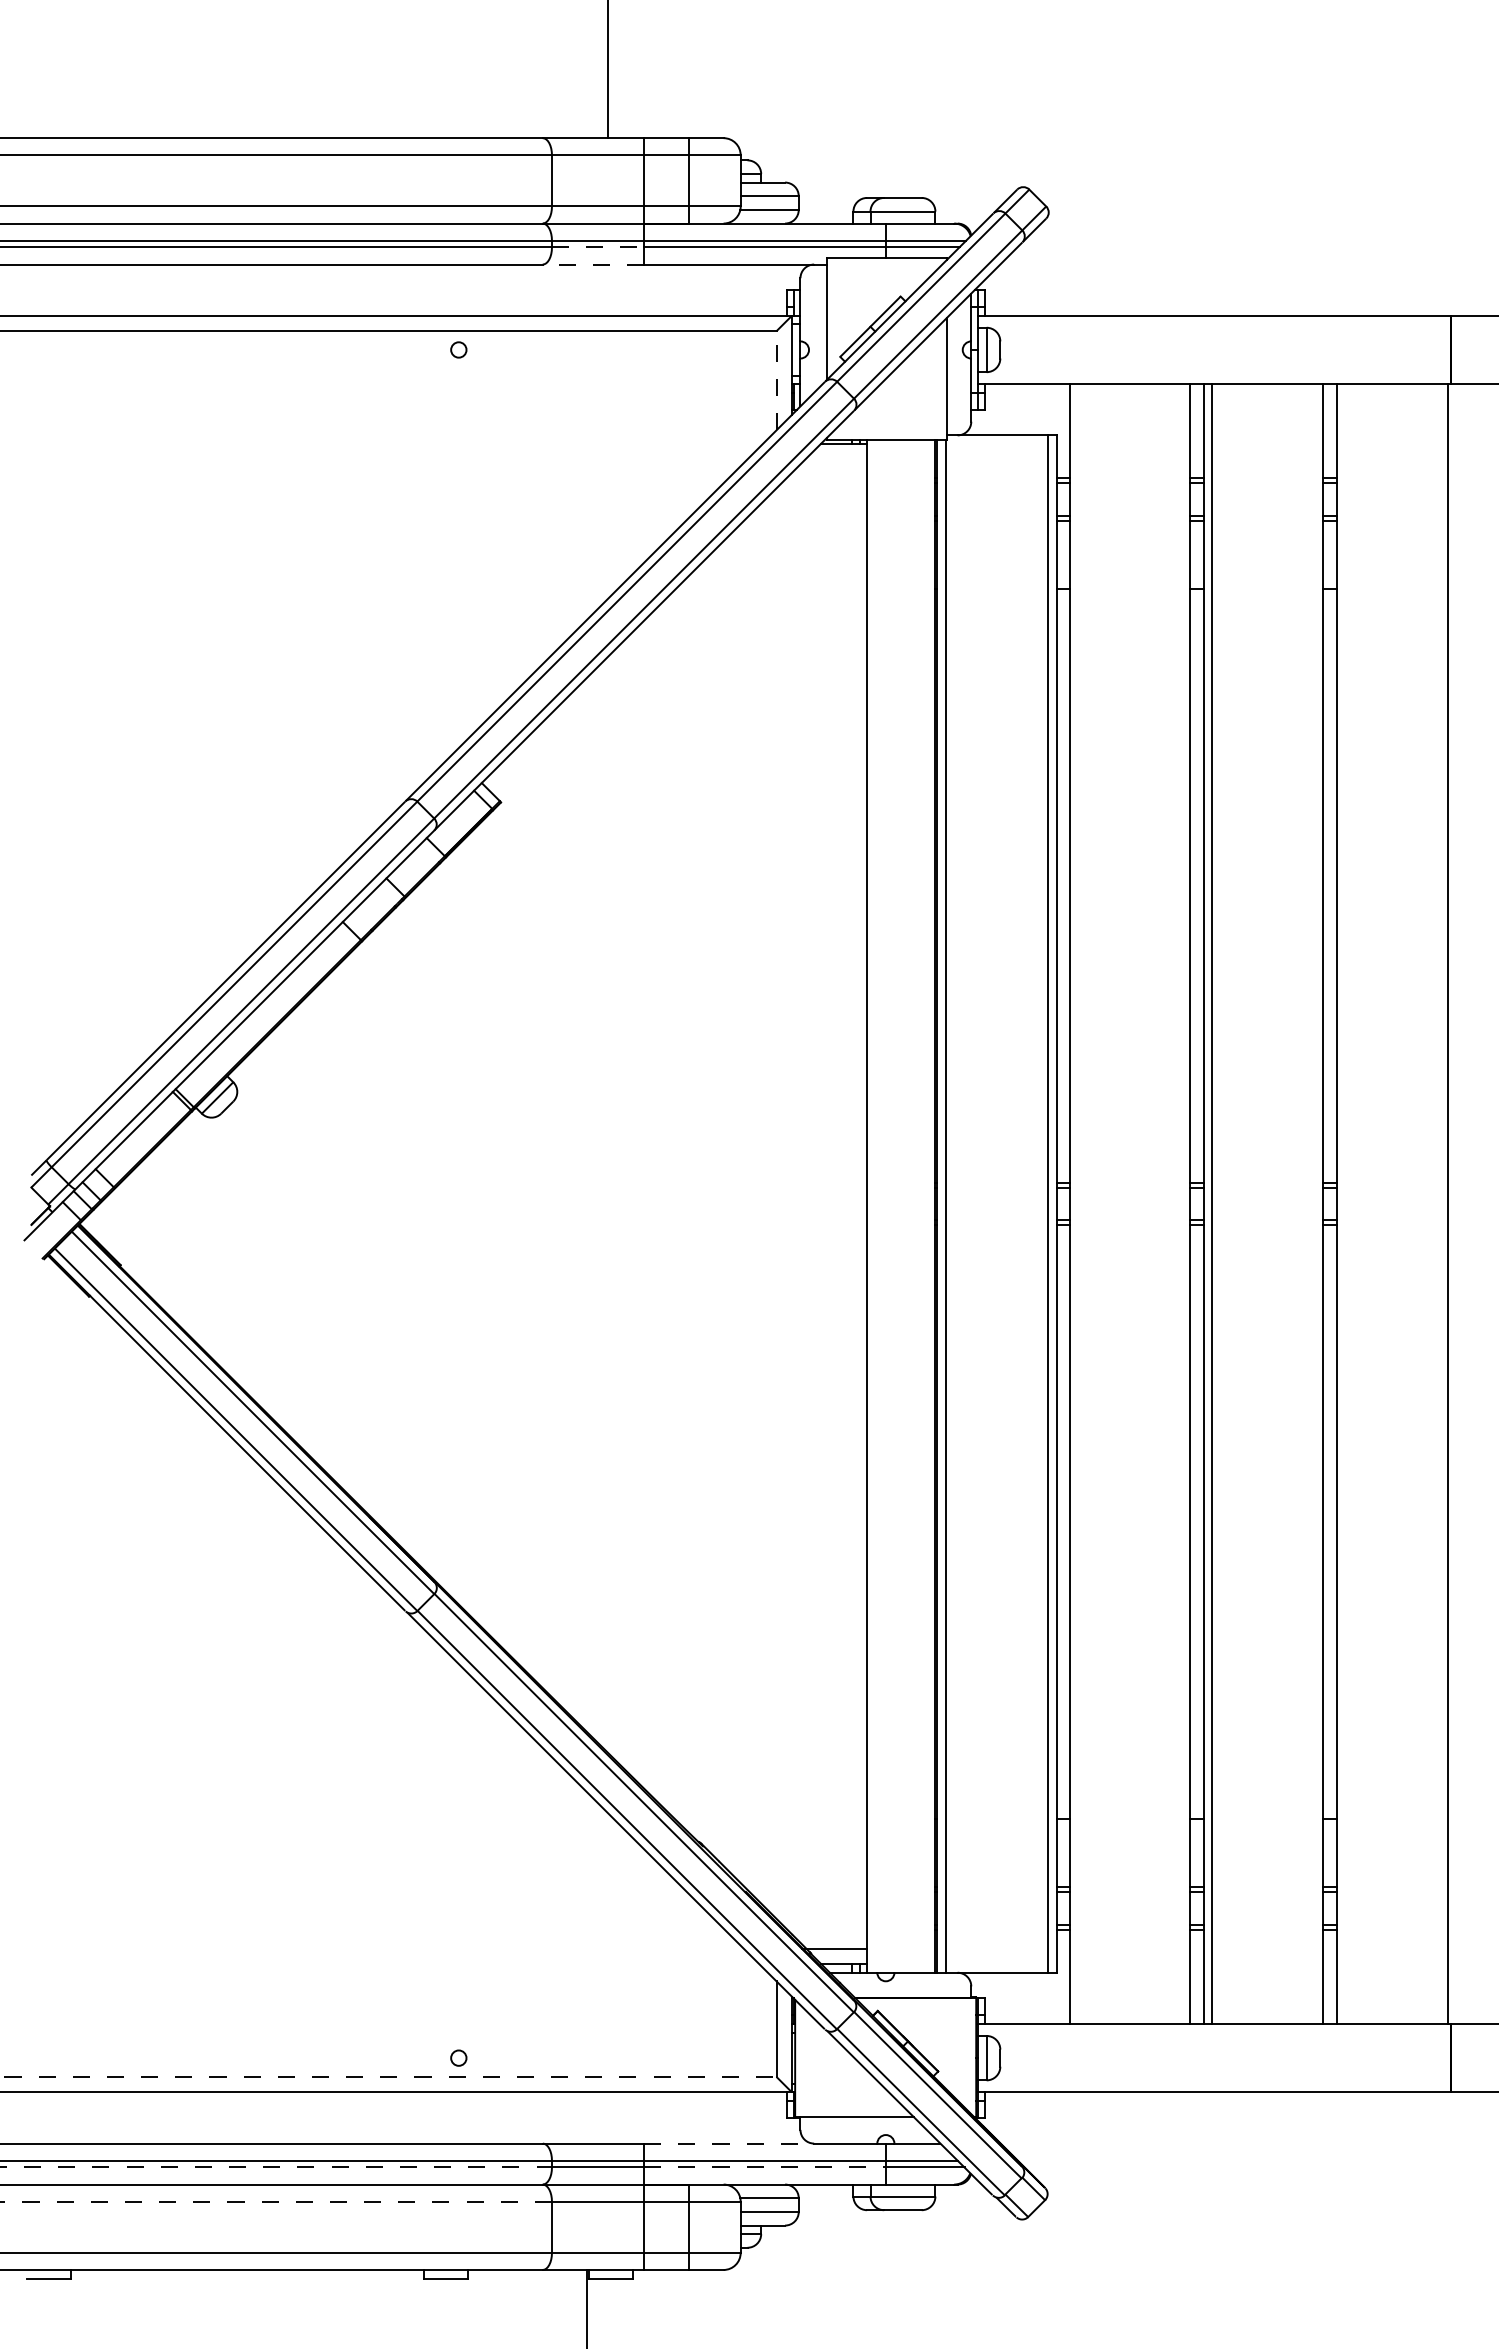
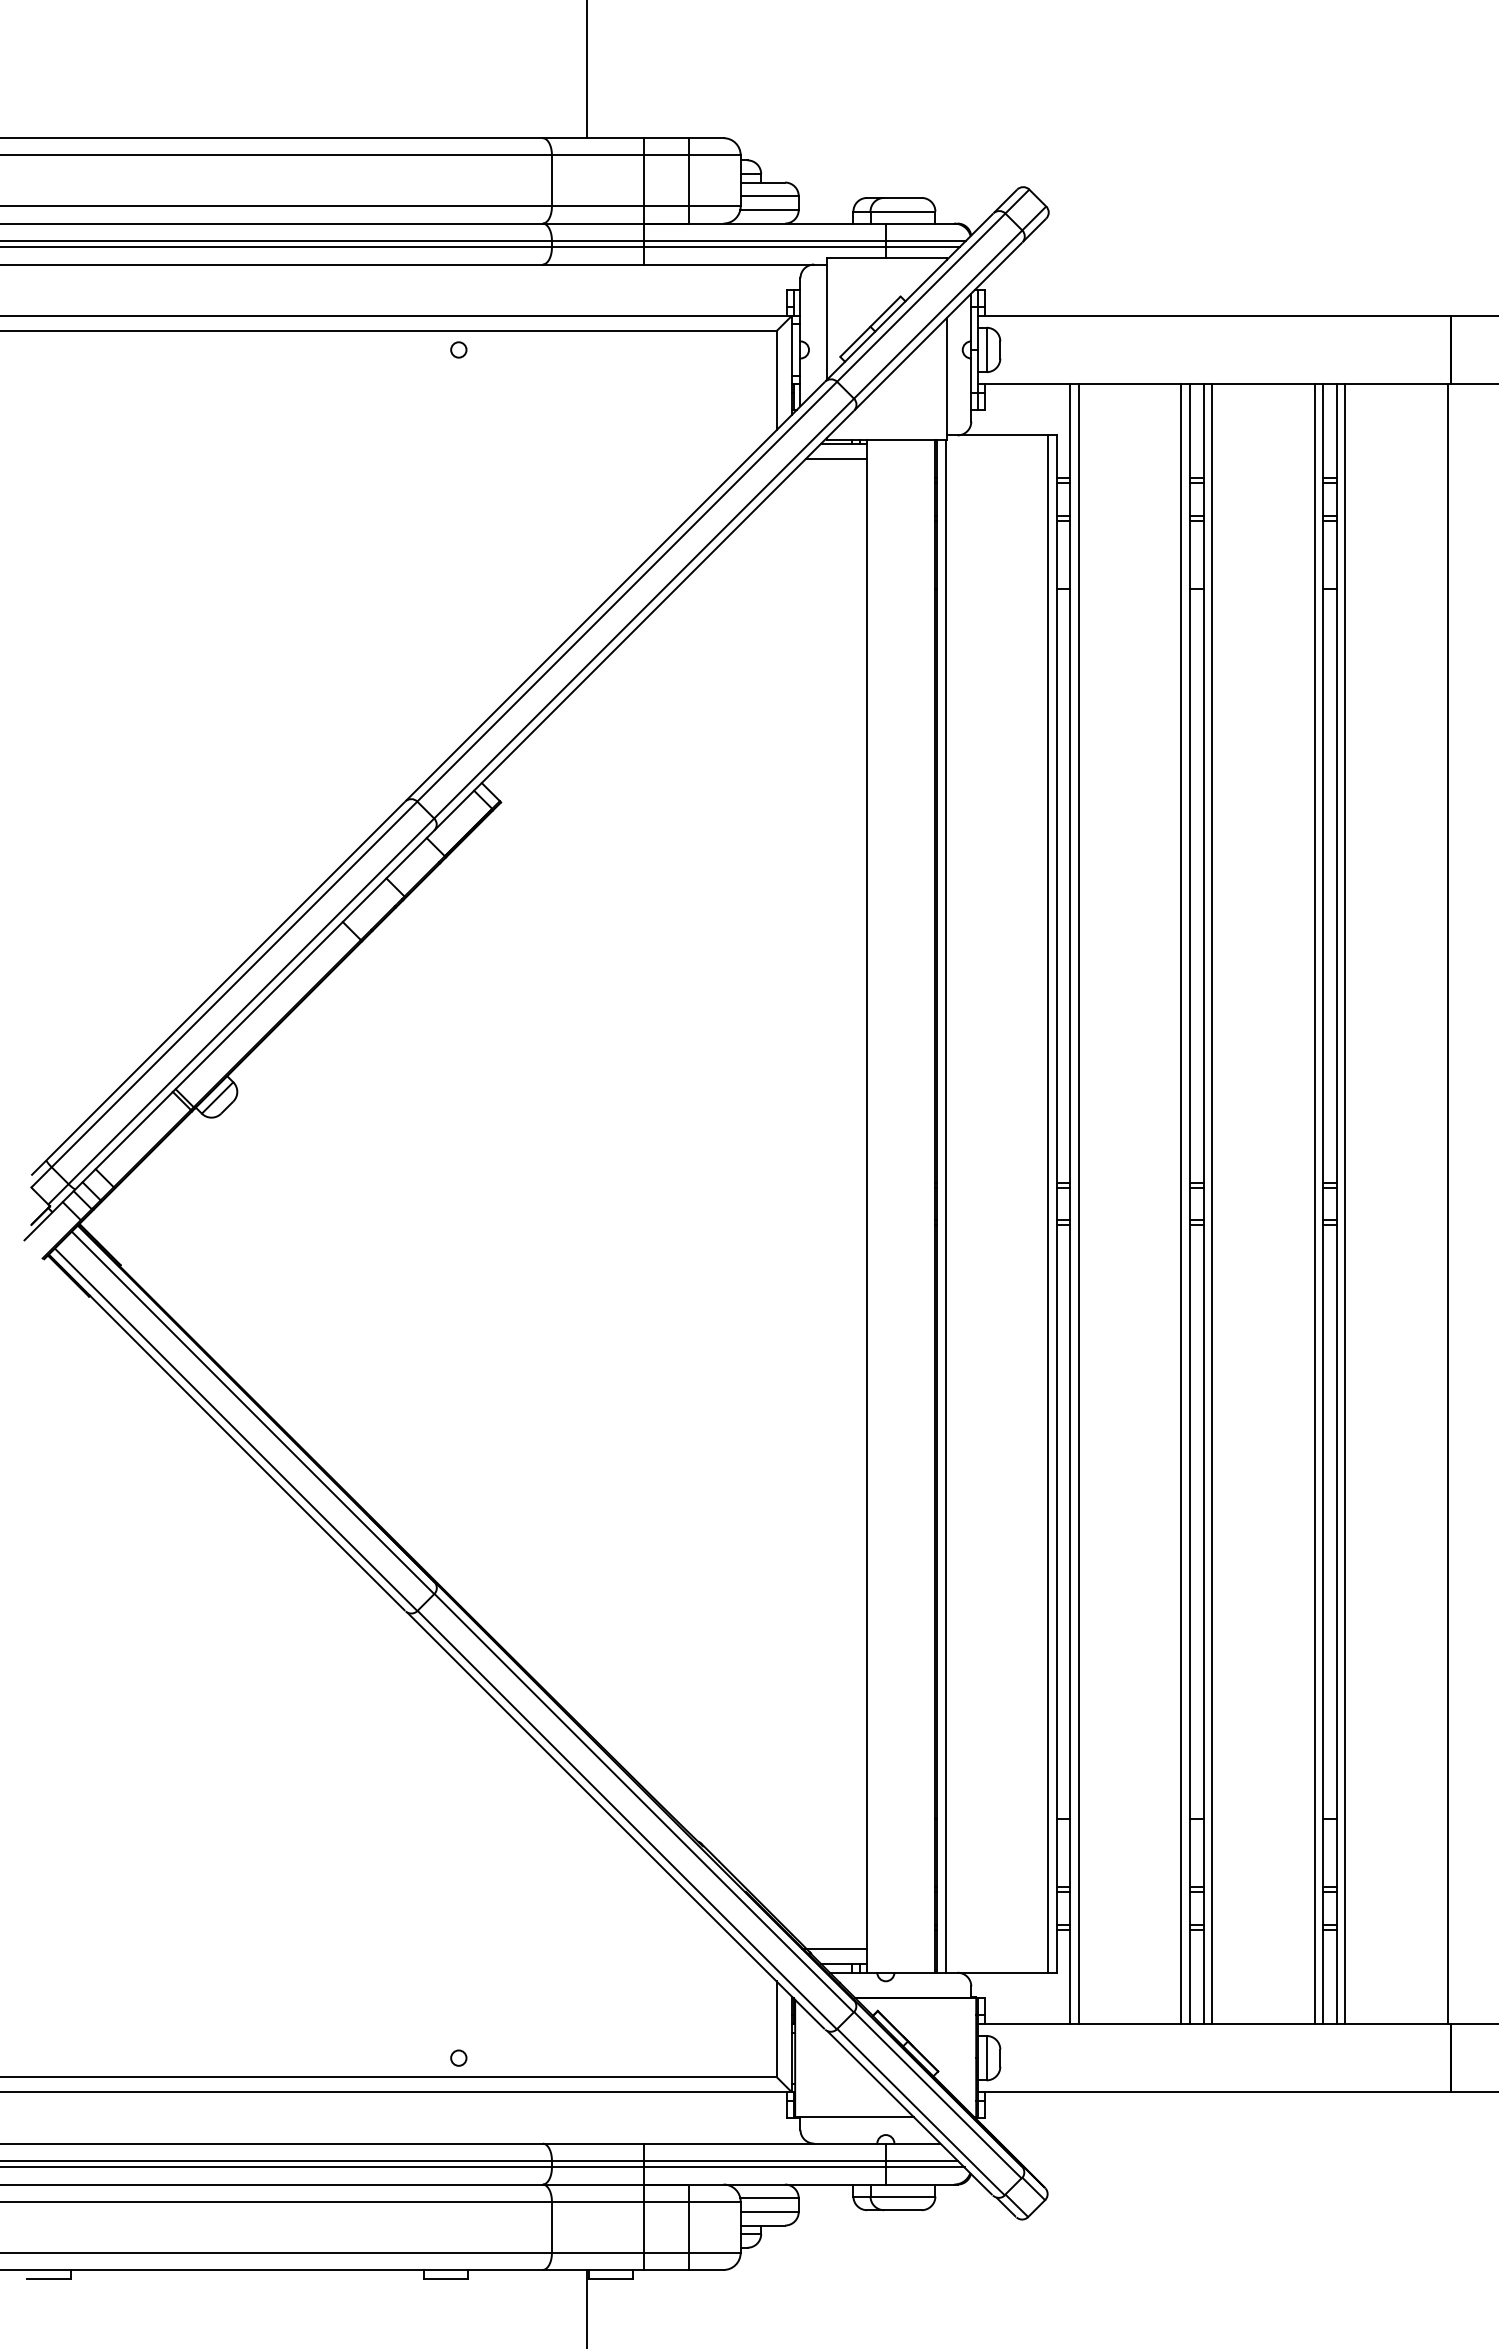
line at (607, 70) position: (607, 70) -> (586, 70)
line at (598, 247): dashed -> solid
line at (593, 264): dashed -> solid
line at (776, 380): dashed -> solid
line at (836, 459): none -> present
line at (1078, 1204): none -> present
line at (1181, 1204): none -> present
line at (1314, 1204): none -> present
line at (1345, 1204): none -> present
line at (388, 2076): dashed -> solid
line at (729, 2143): dashed -> solid
line at (276, 2167): dashed -> solid
line at (765, 2167): dashed -> solid
line at (276, 2201): dashed -> solid
